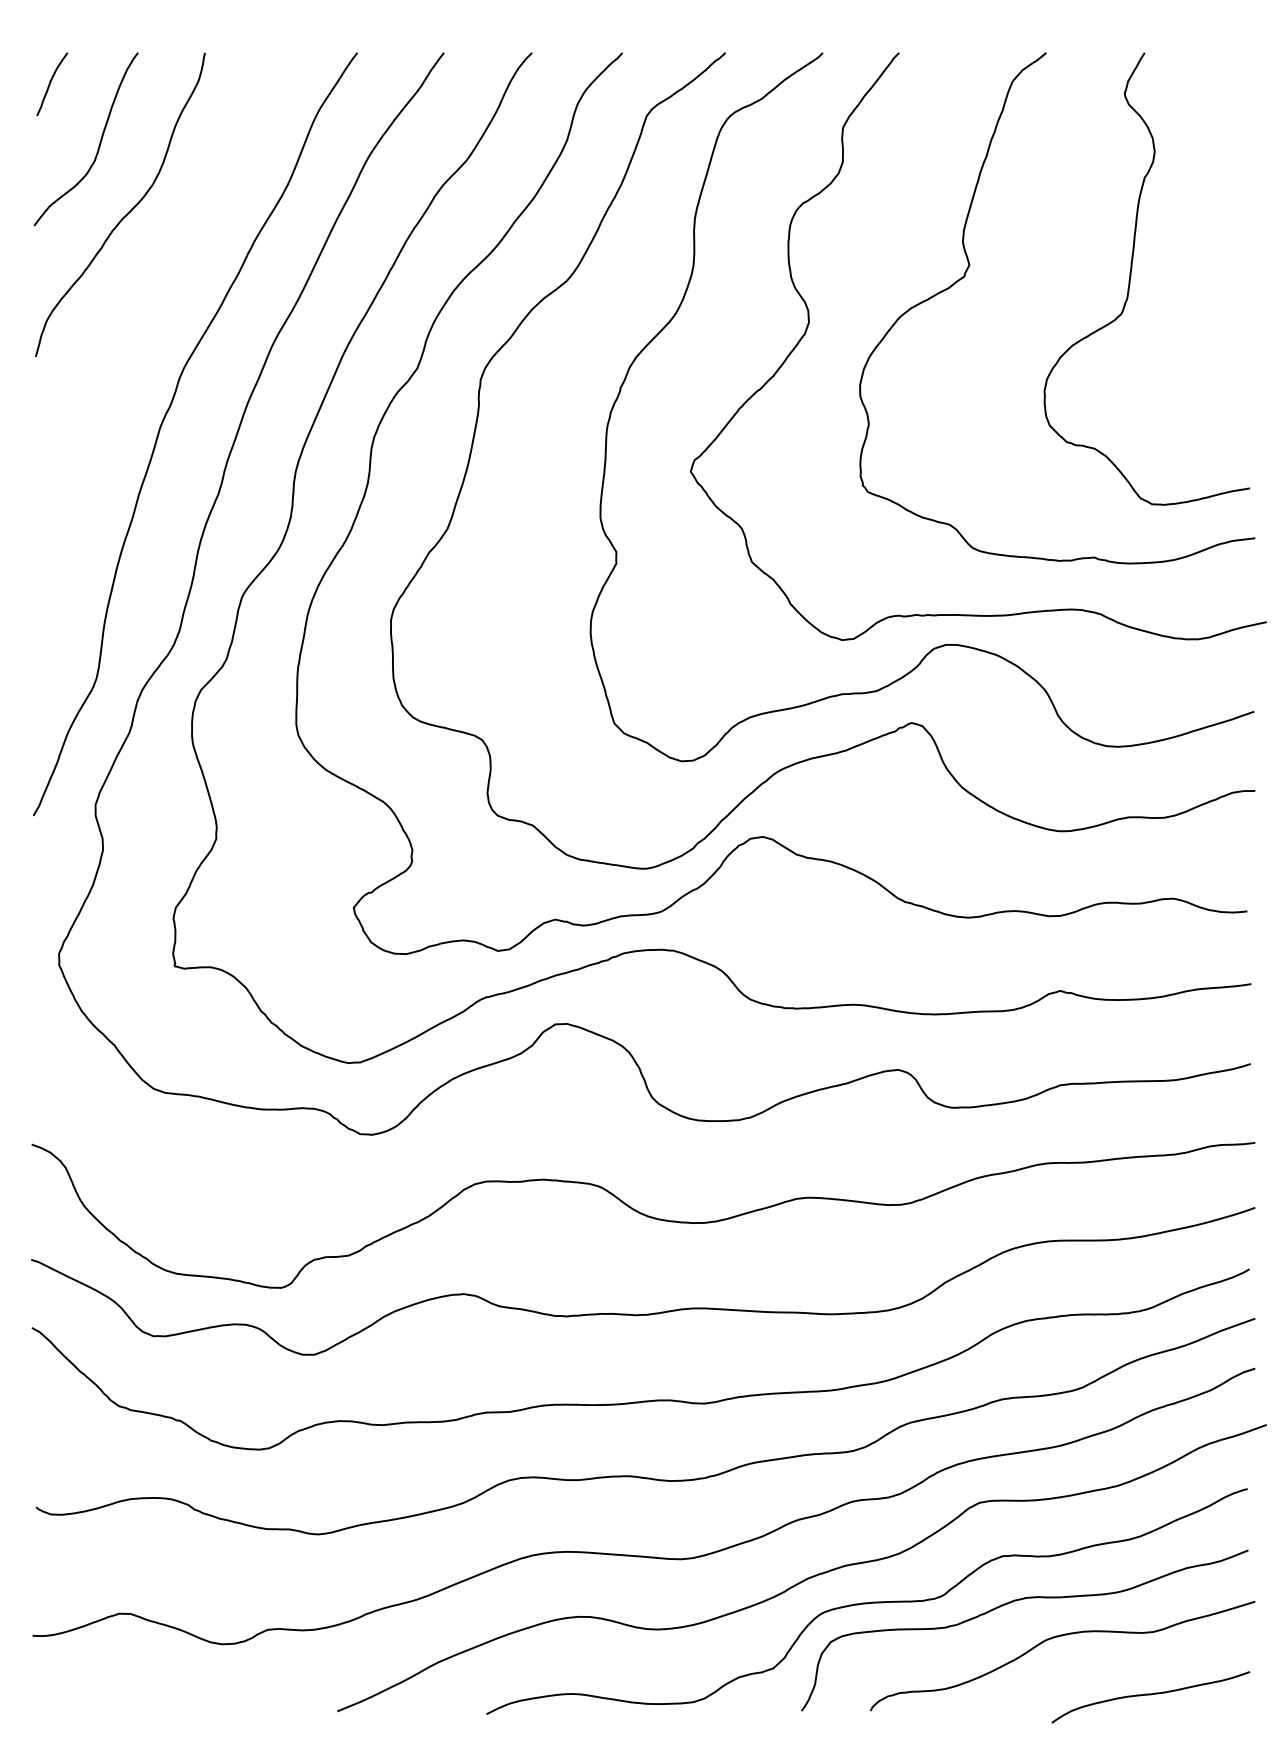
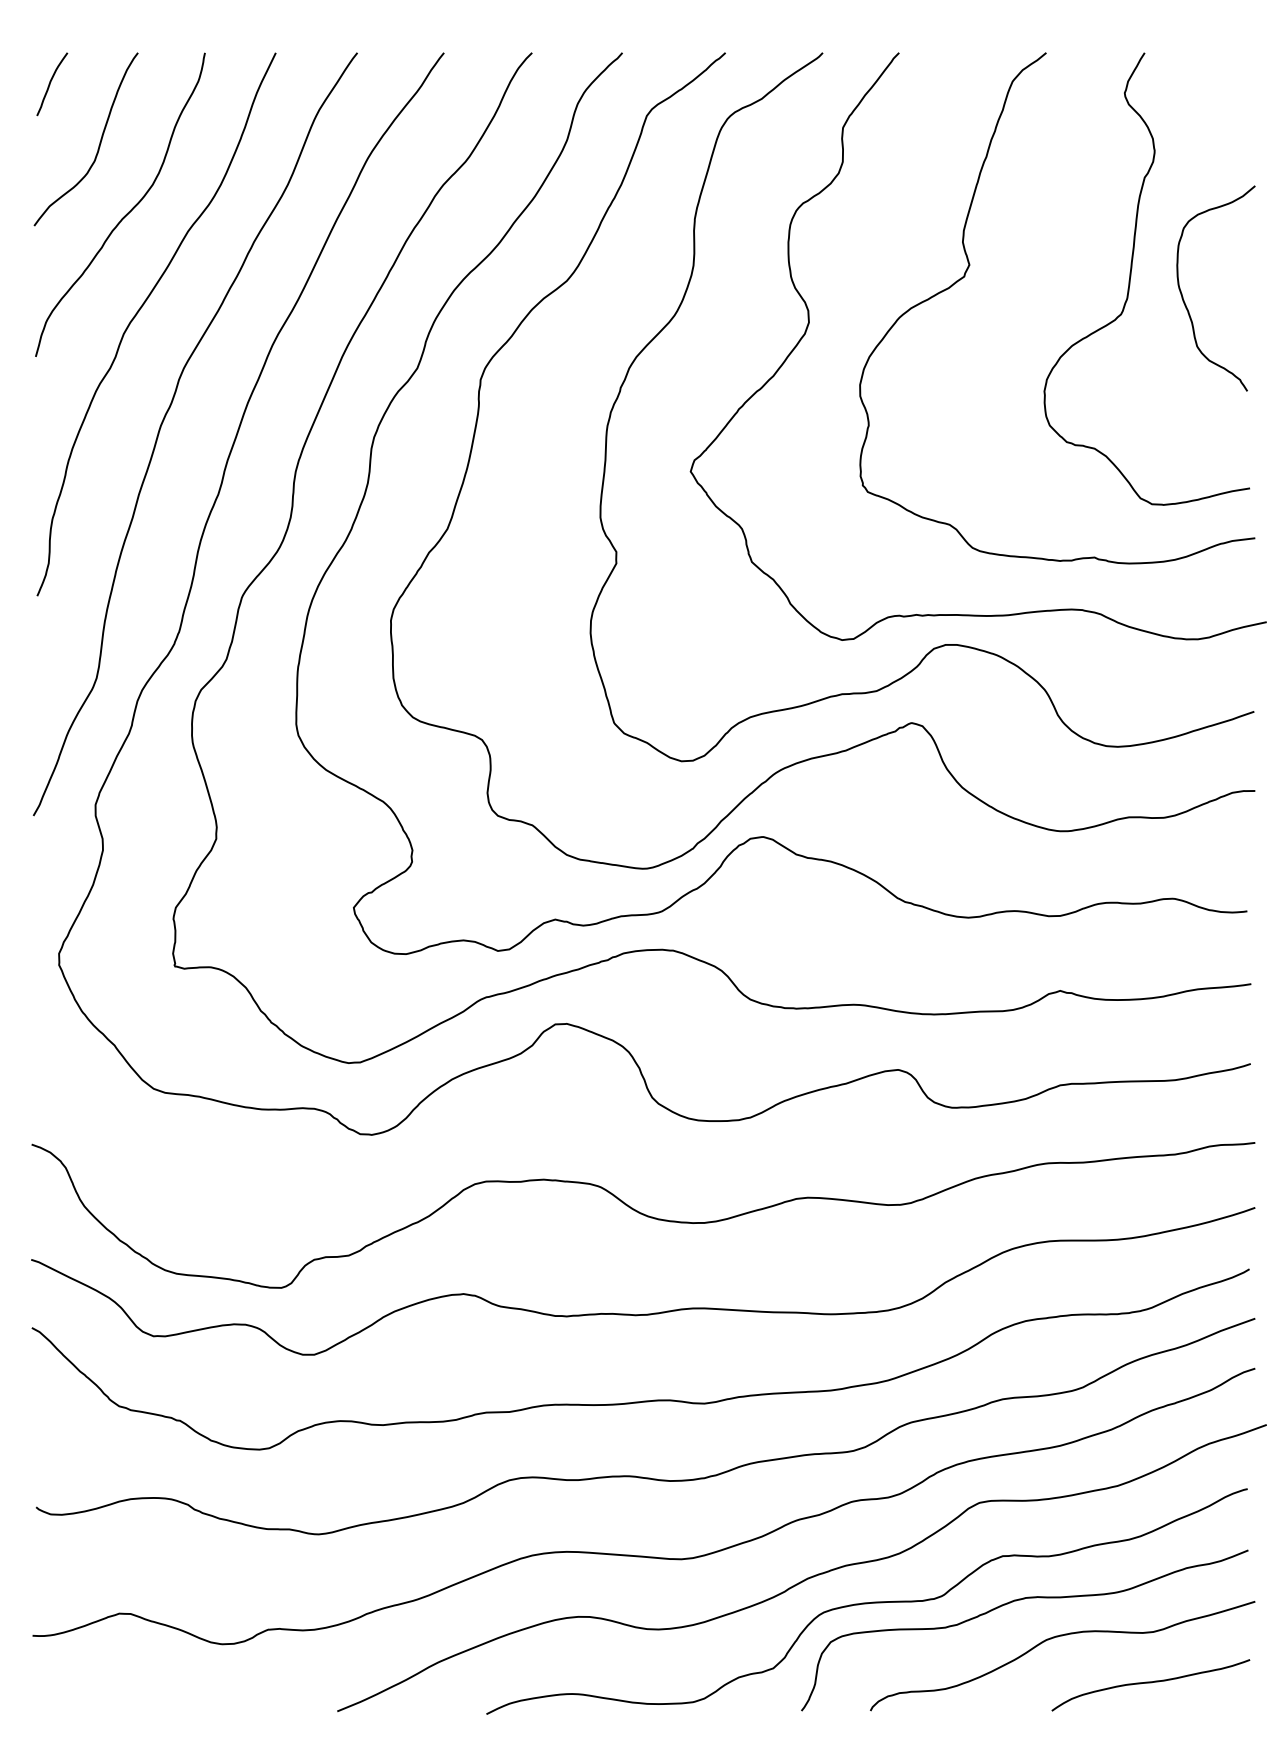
curve at (1183, 296): none -> present
curve at (140, 310): none -> present
curve at (1150, 1695) position: (1150, 1695) -> (1150, 1683)
